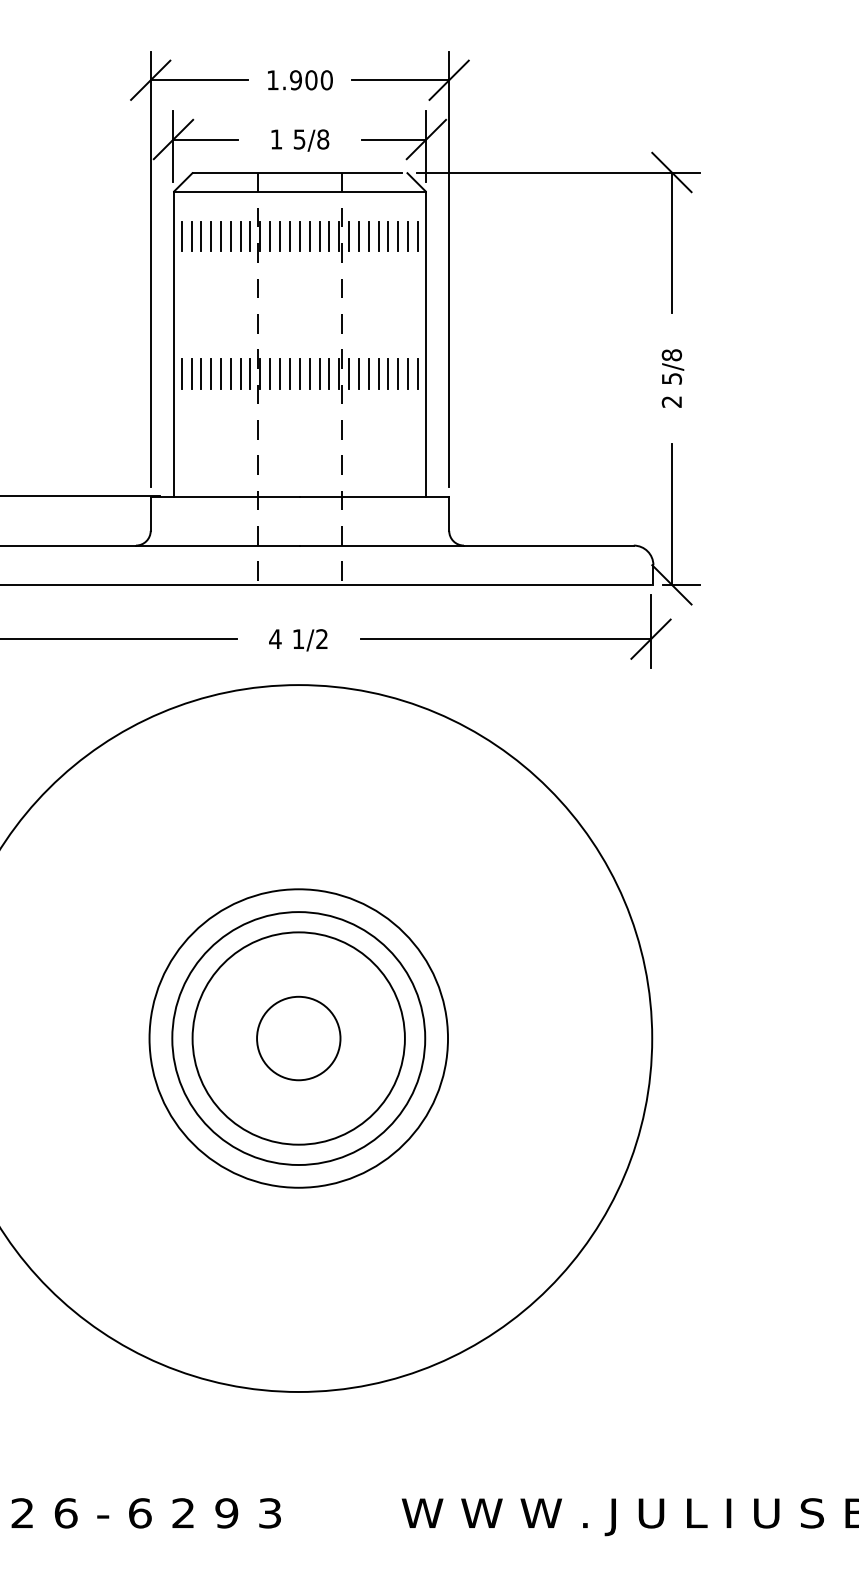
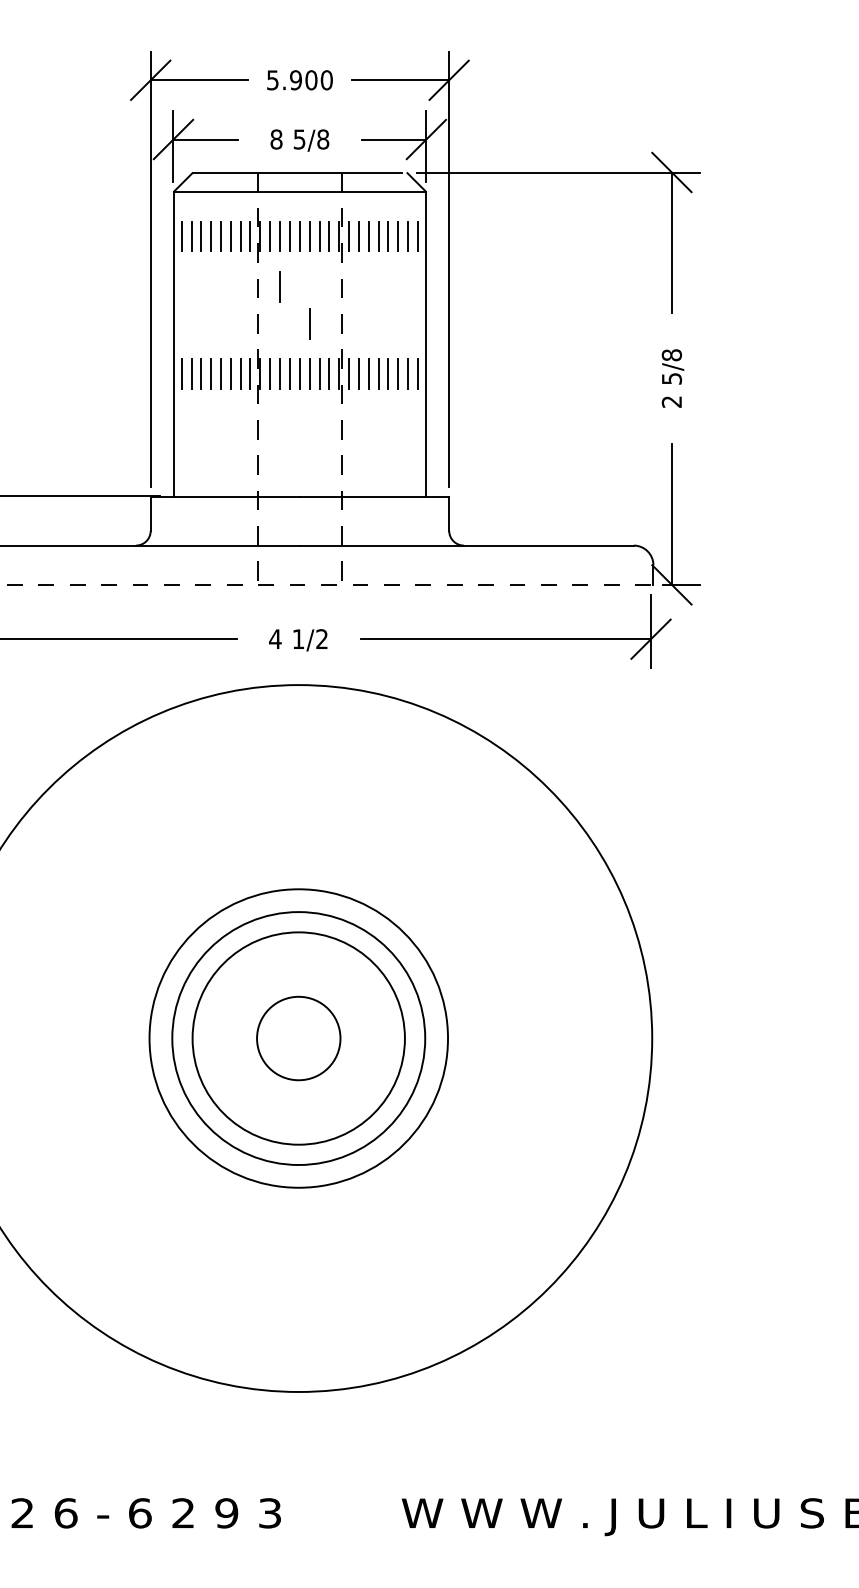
text at (272, 80): 1.900 -> 5.900
text at (276, 139): 1 -> 8
line at (279, 286): none -> present
line at (309, 323): none -> present
line at (325, 584): solid -> dashed
